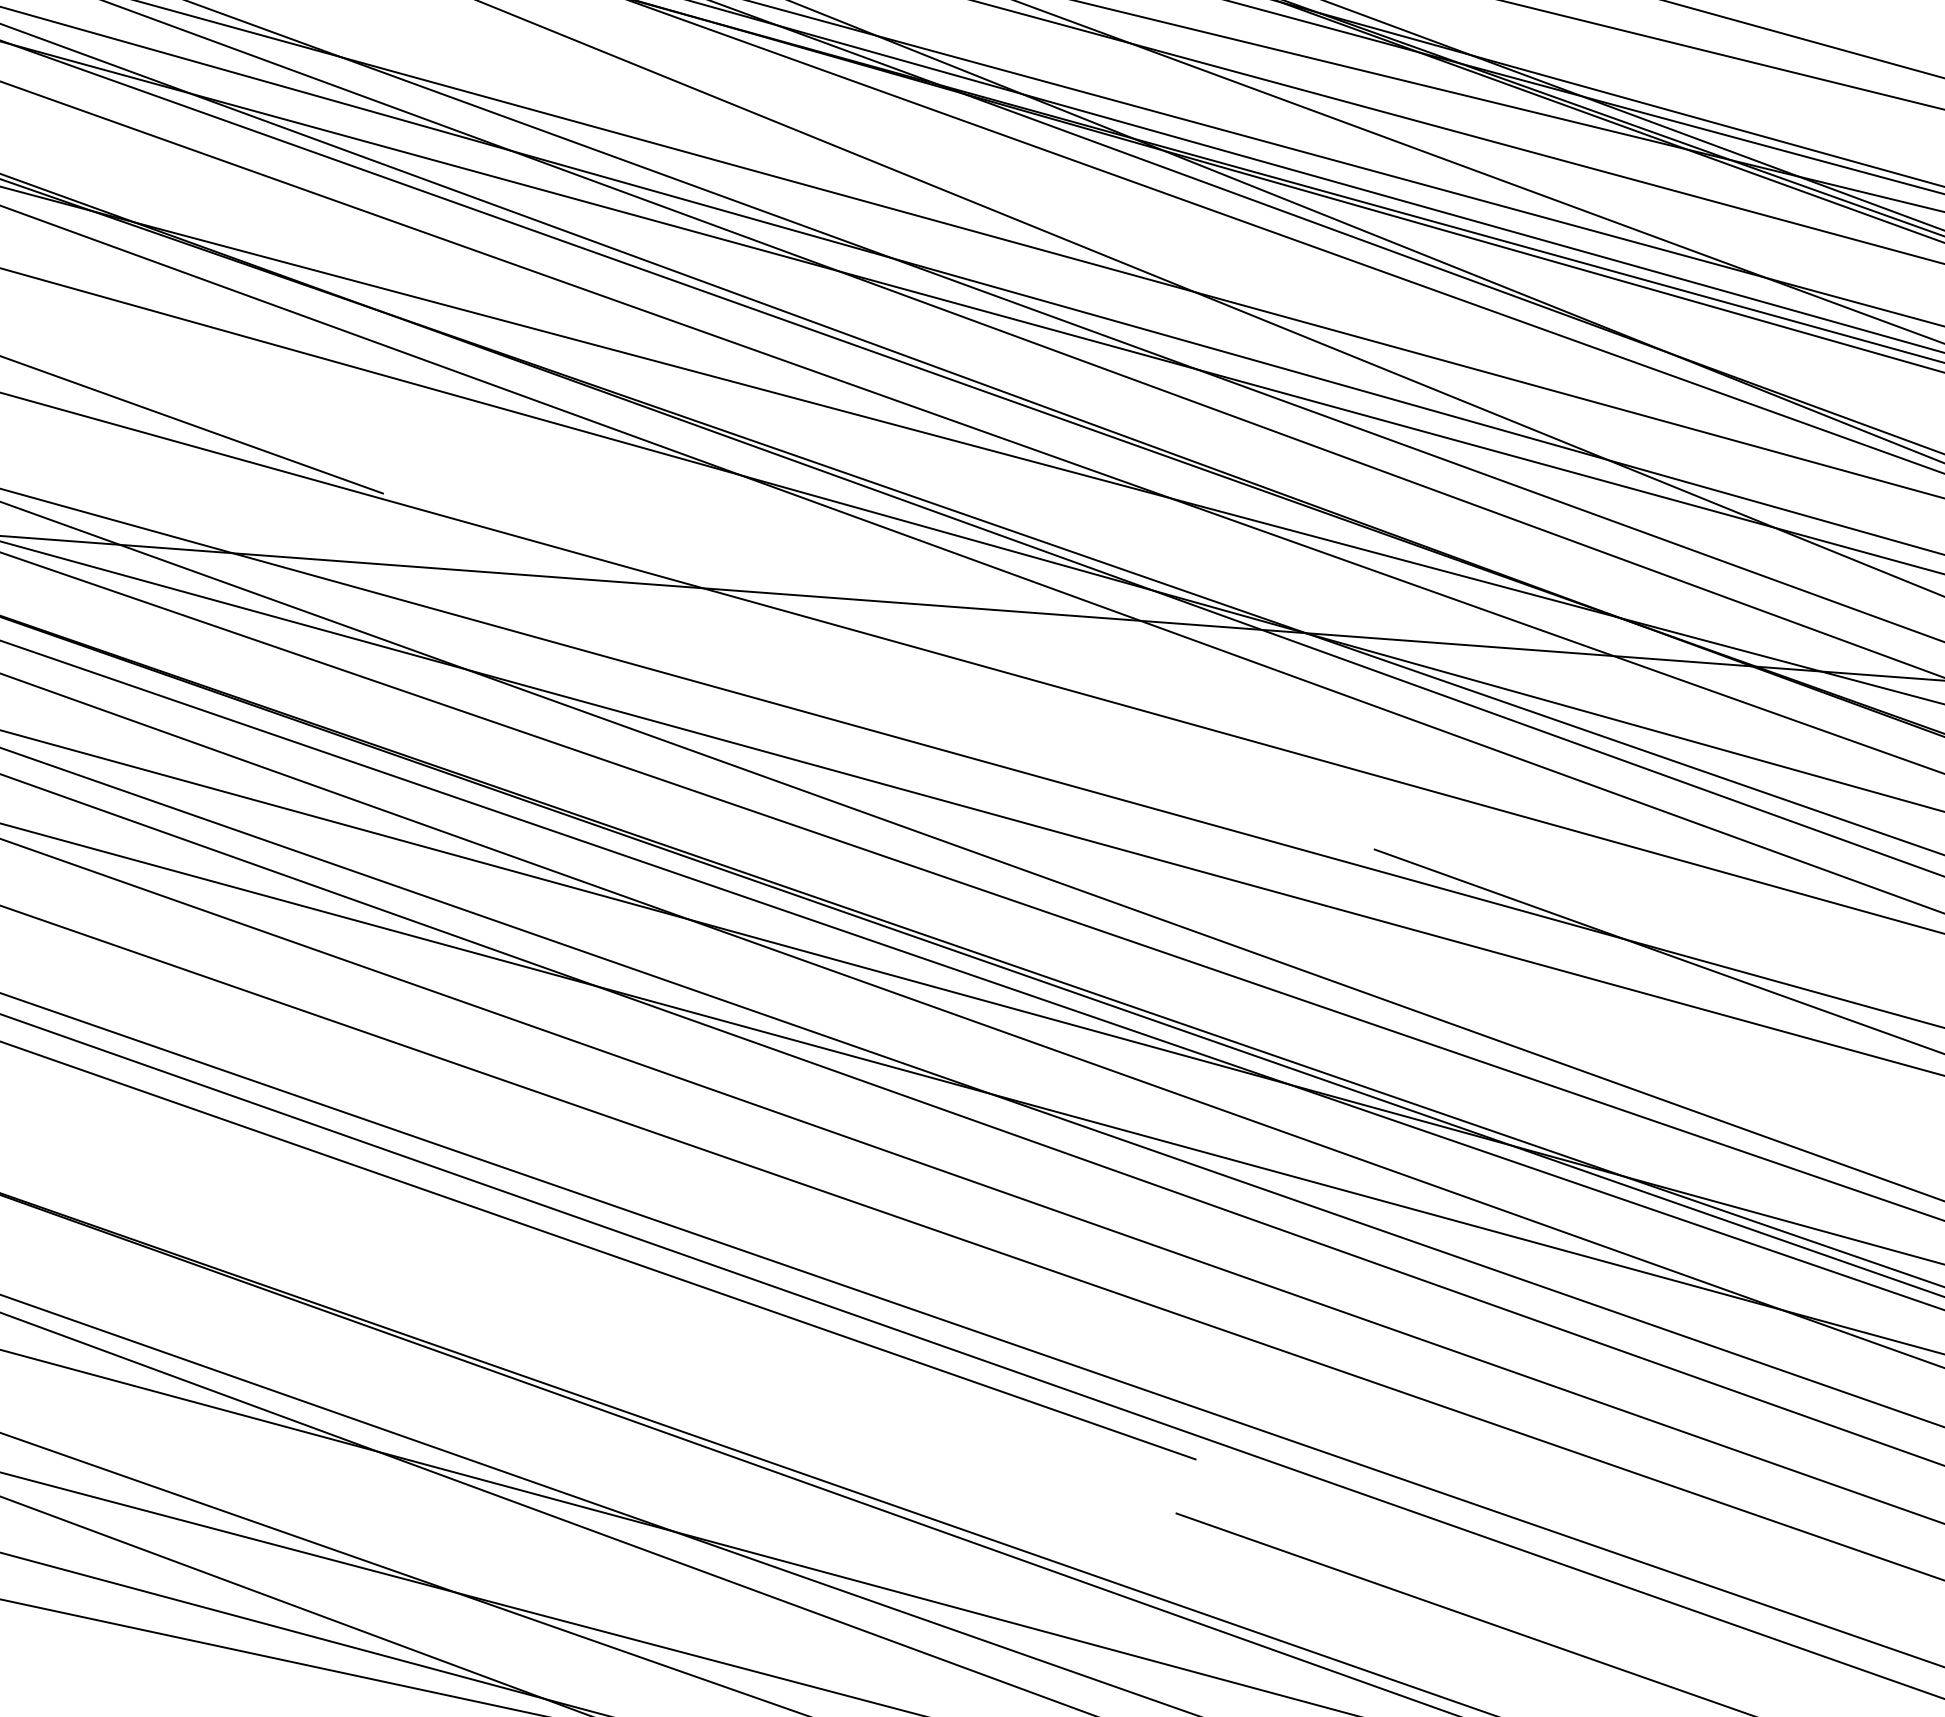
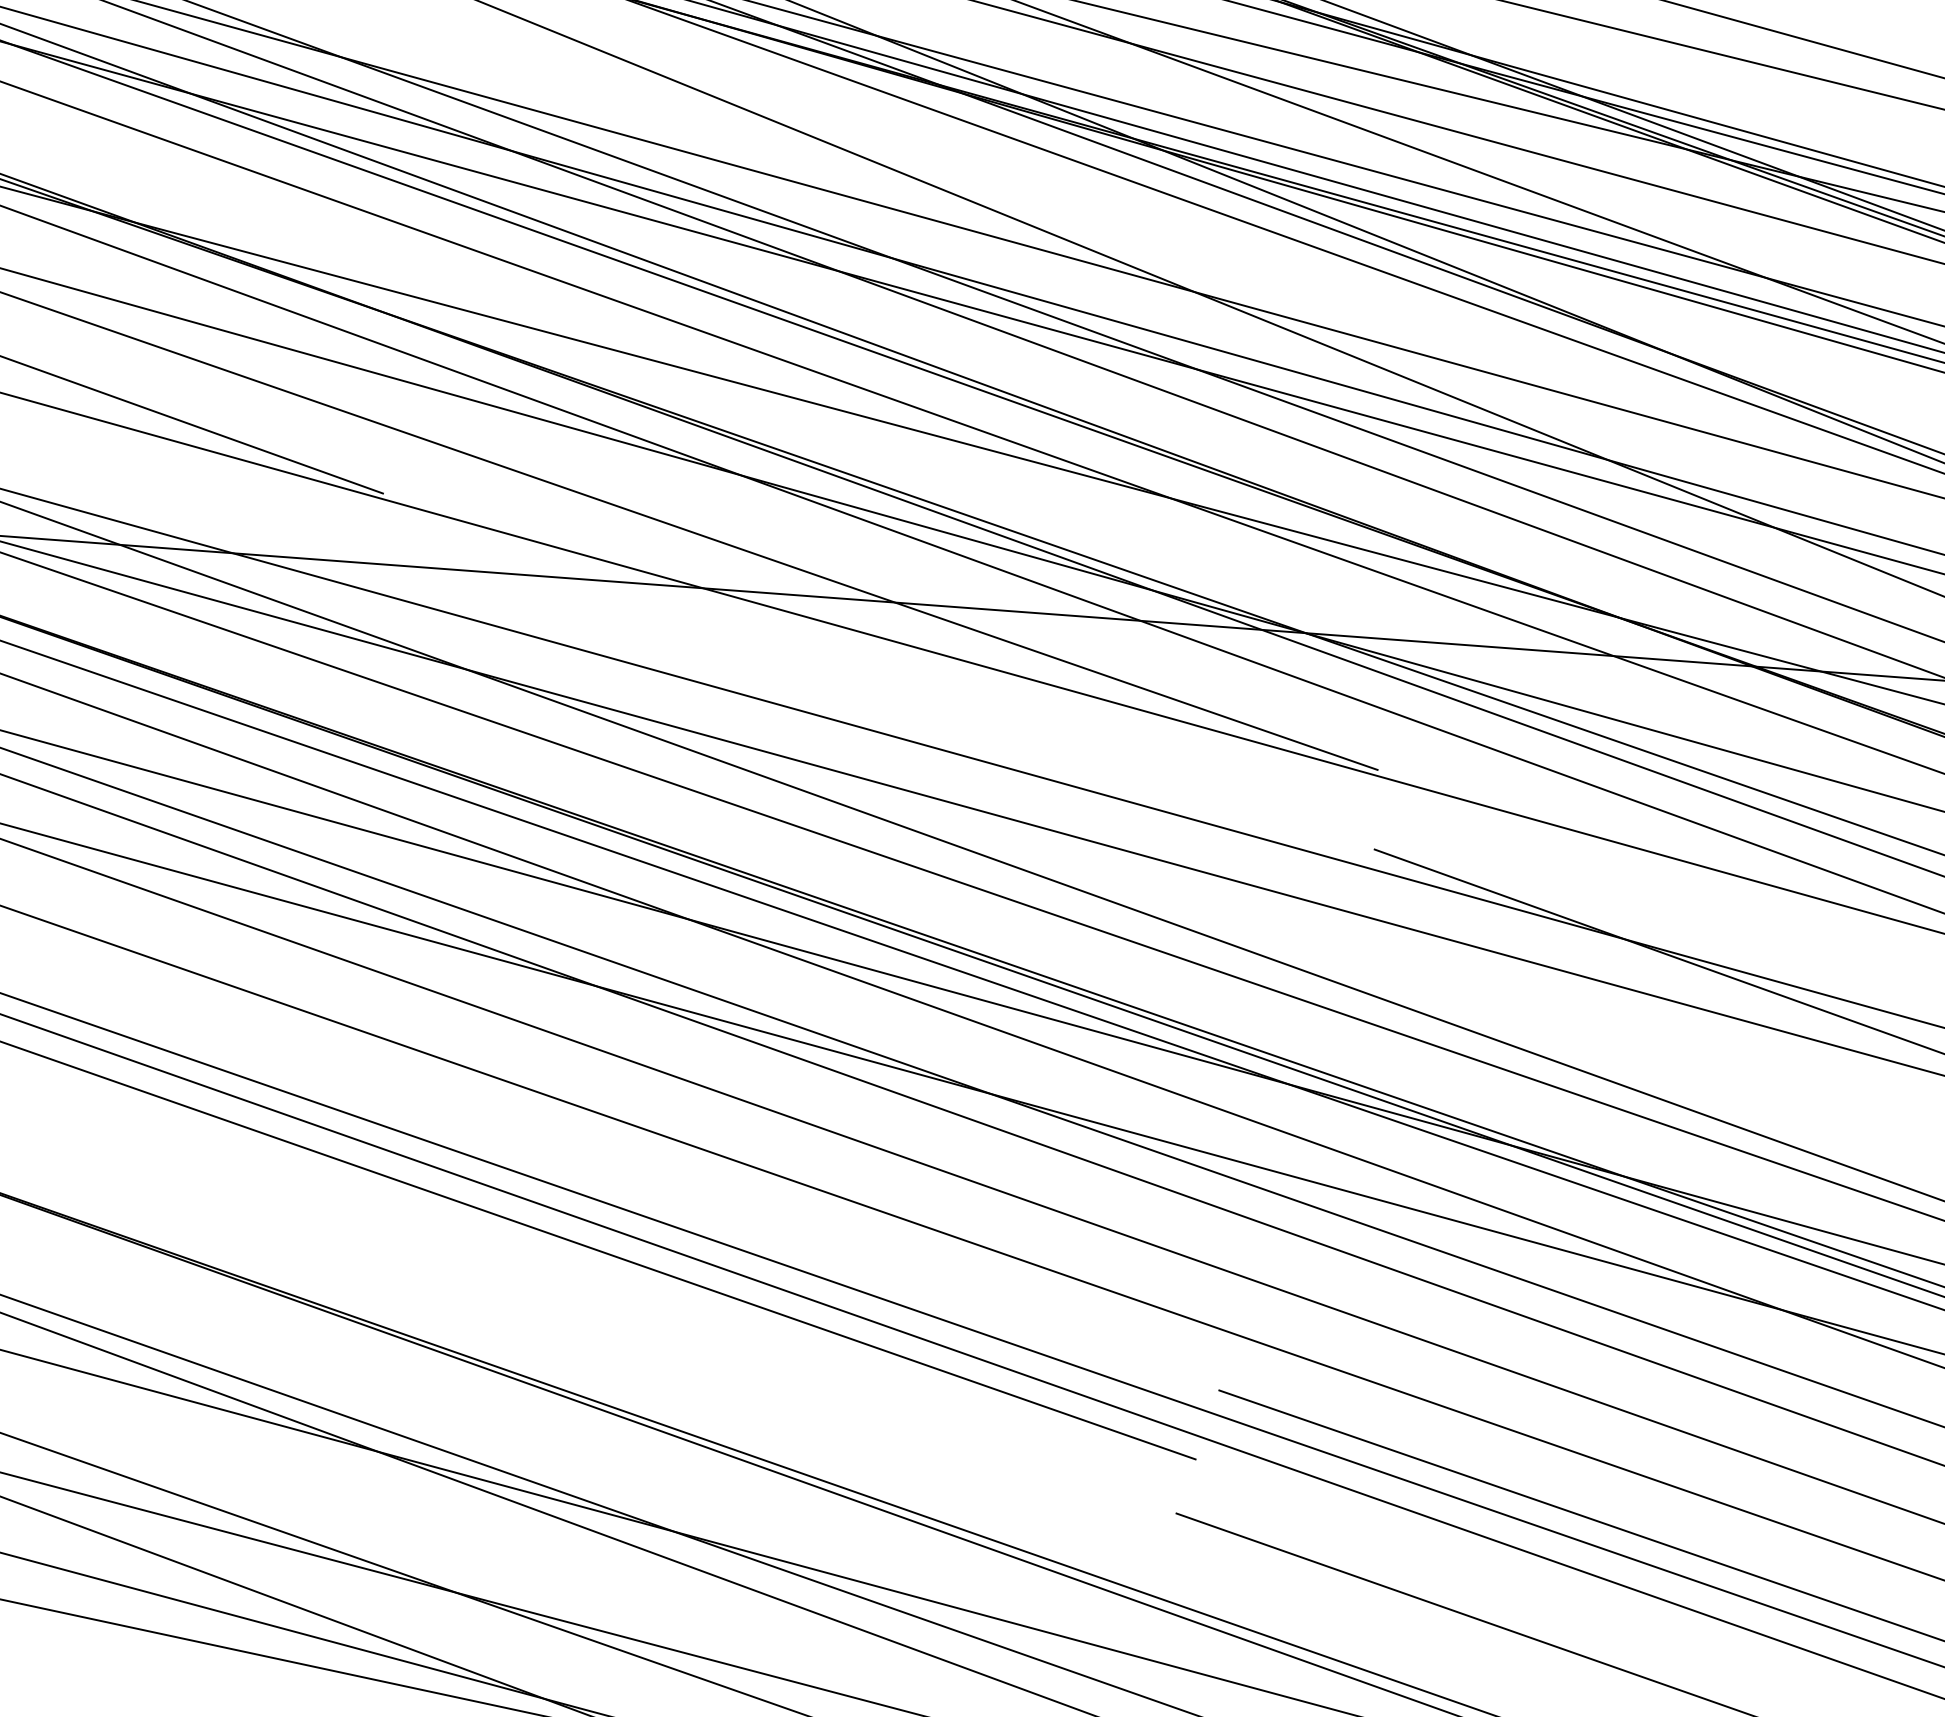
line at (689, 531): none -> present
line at (1580, 1515): none -> present
